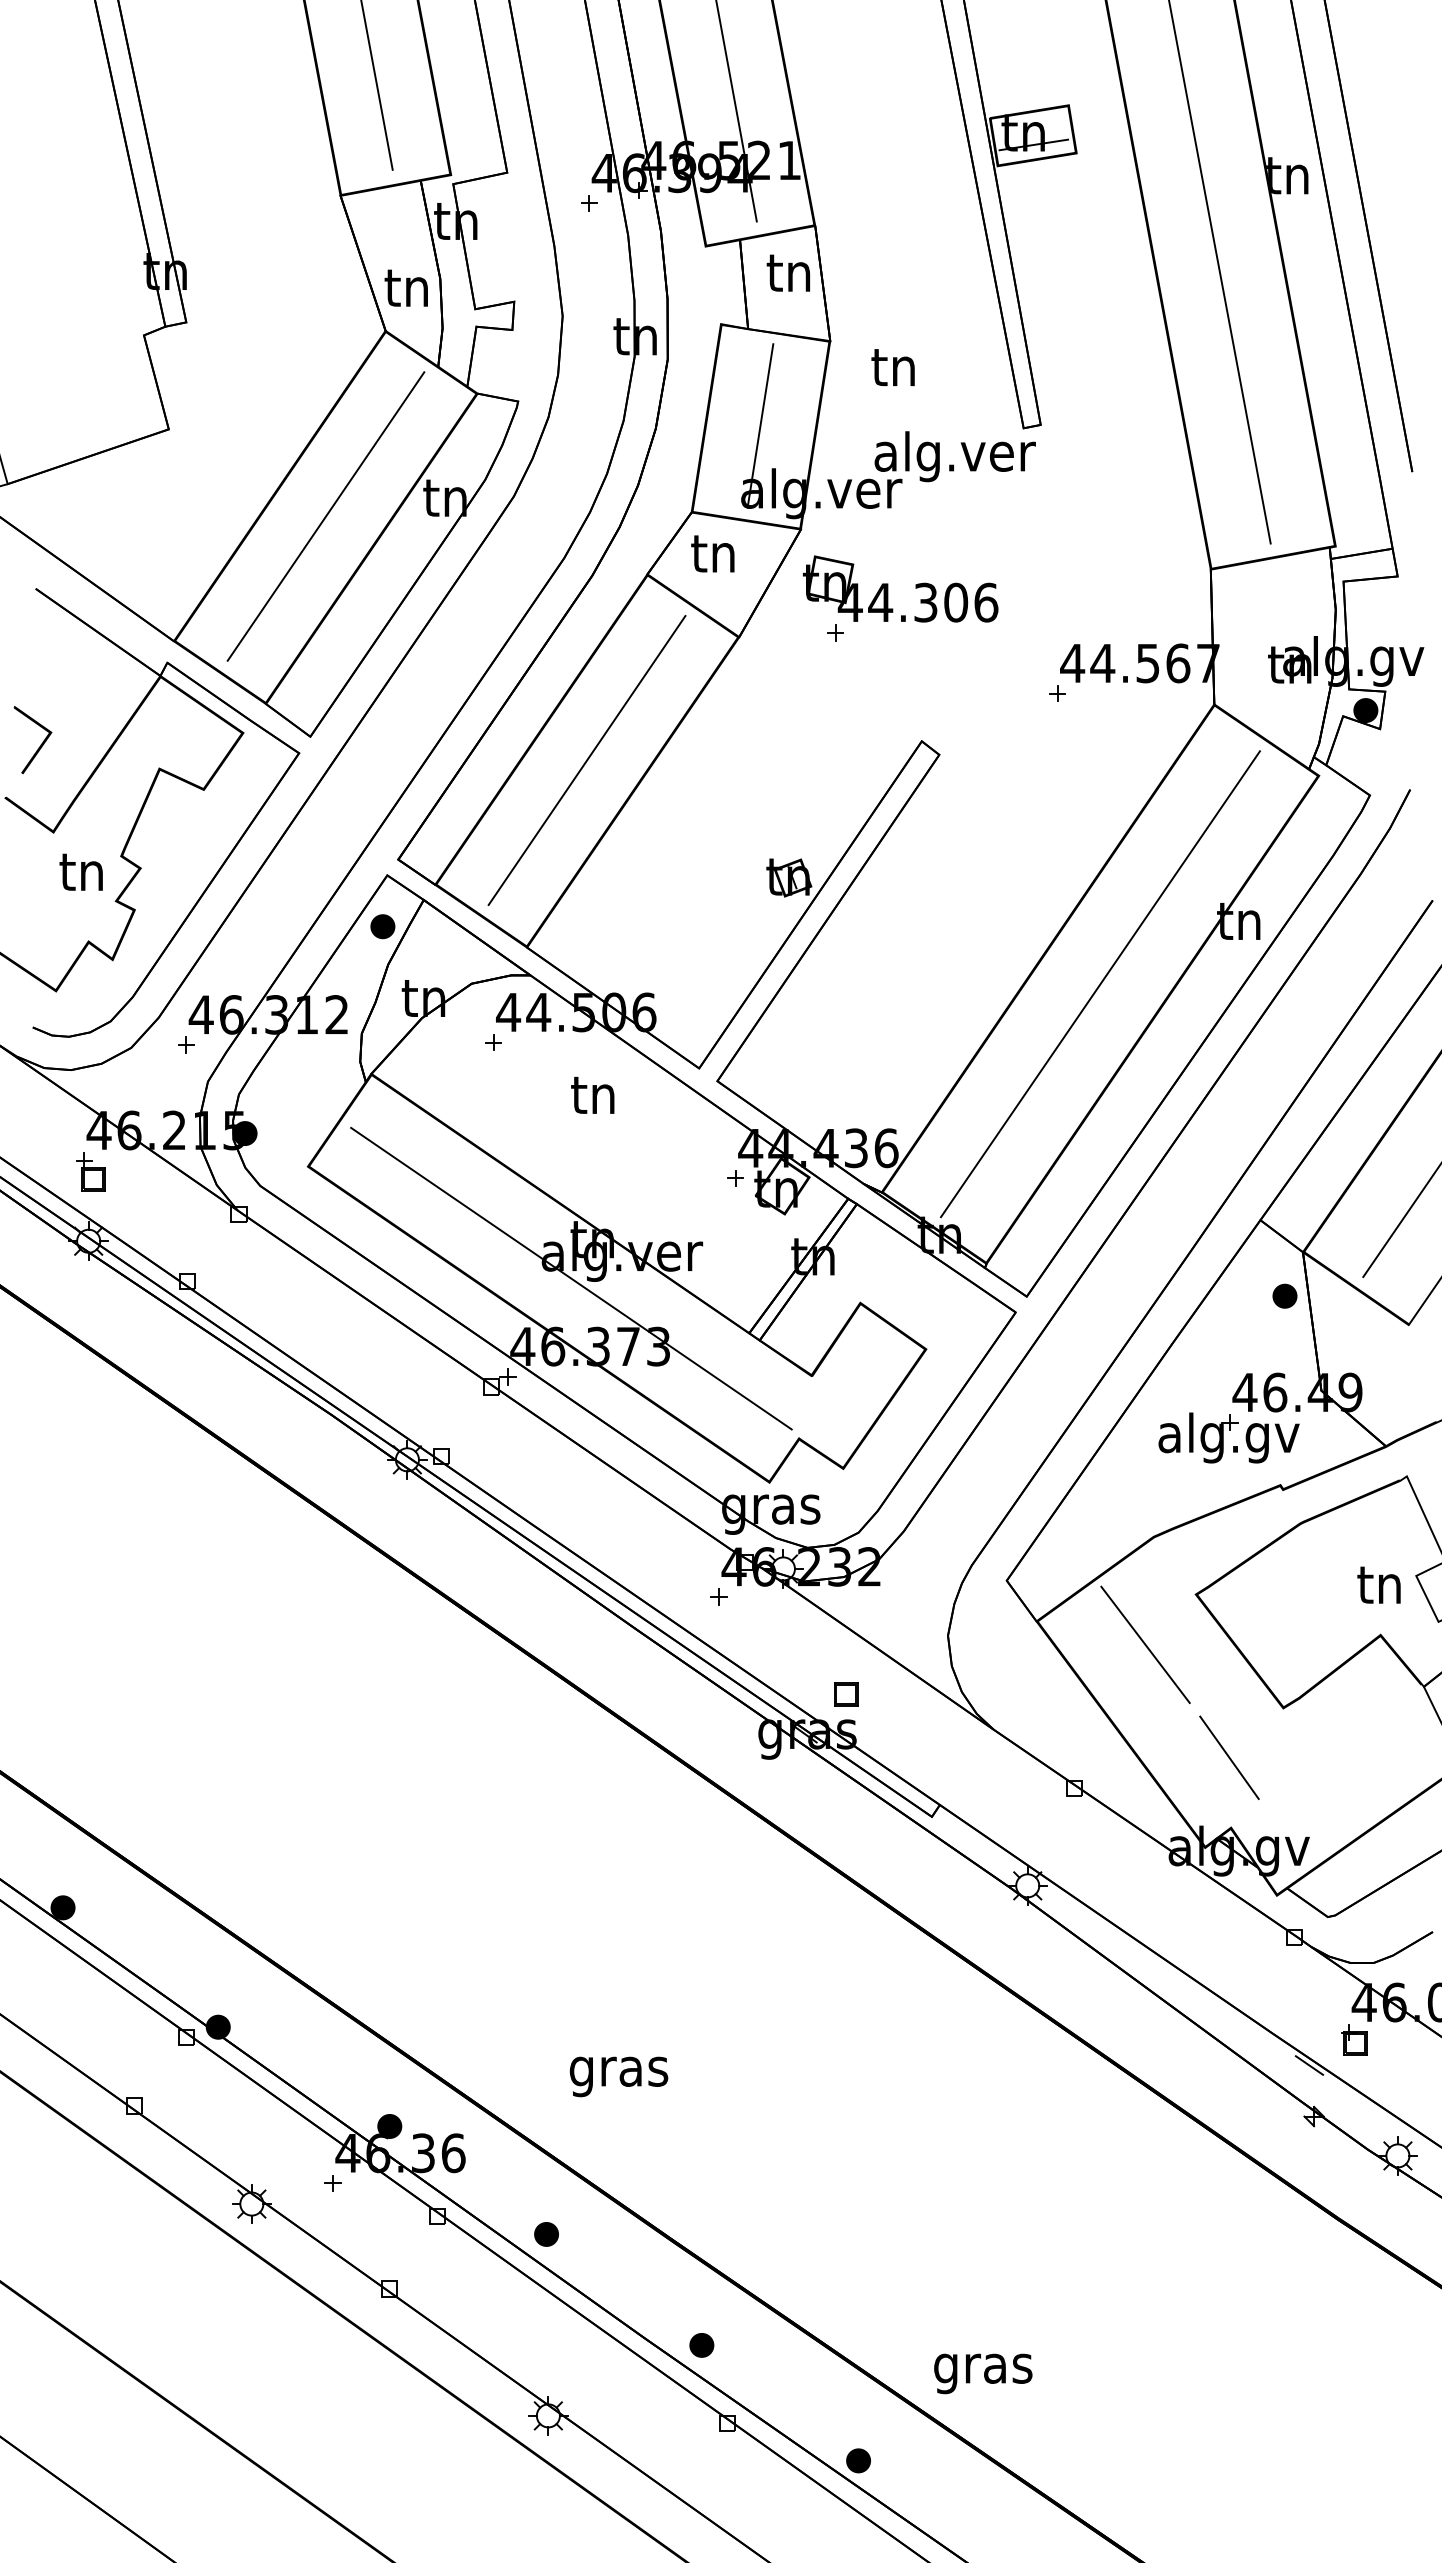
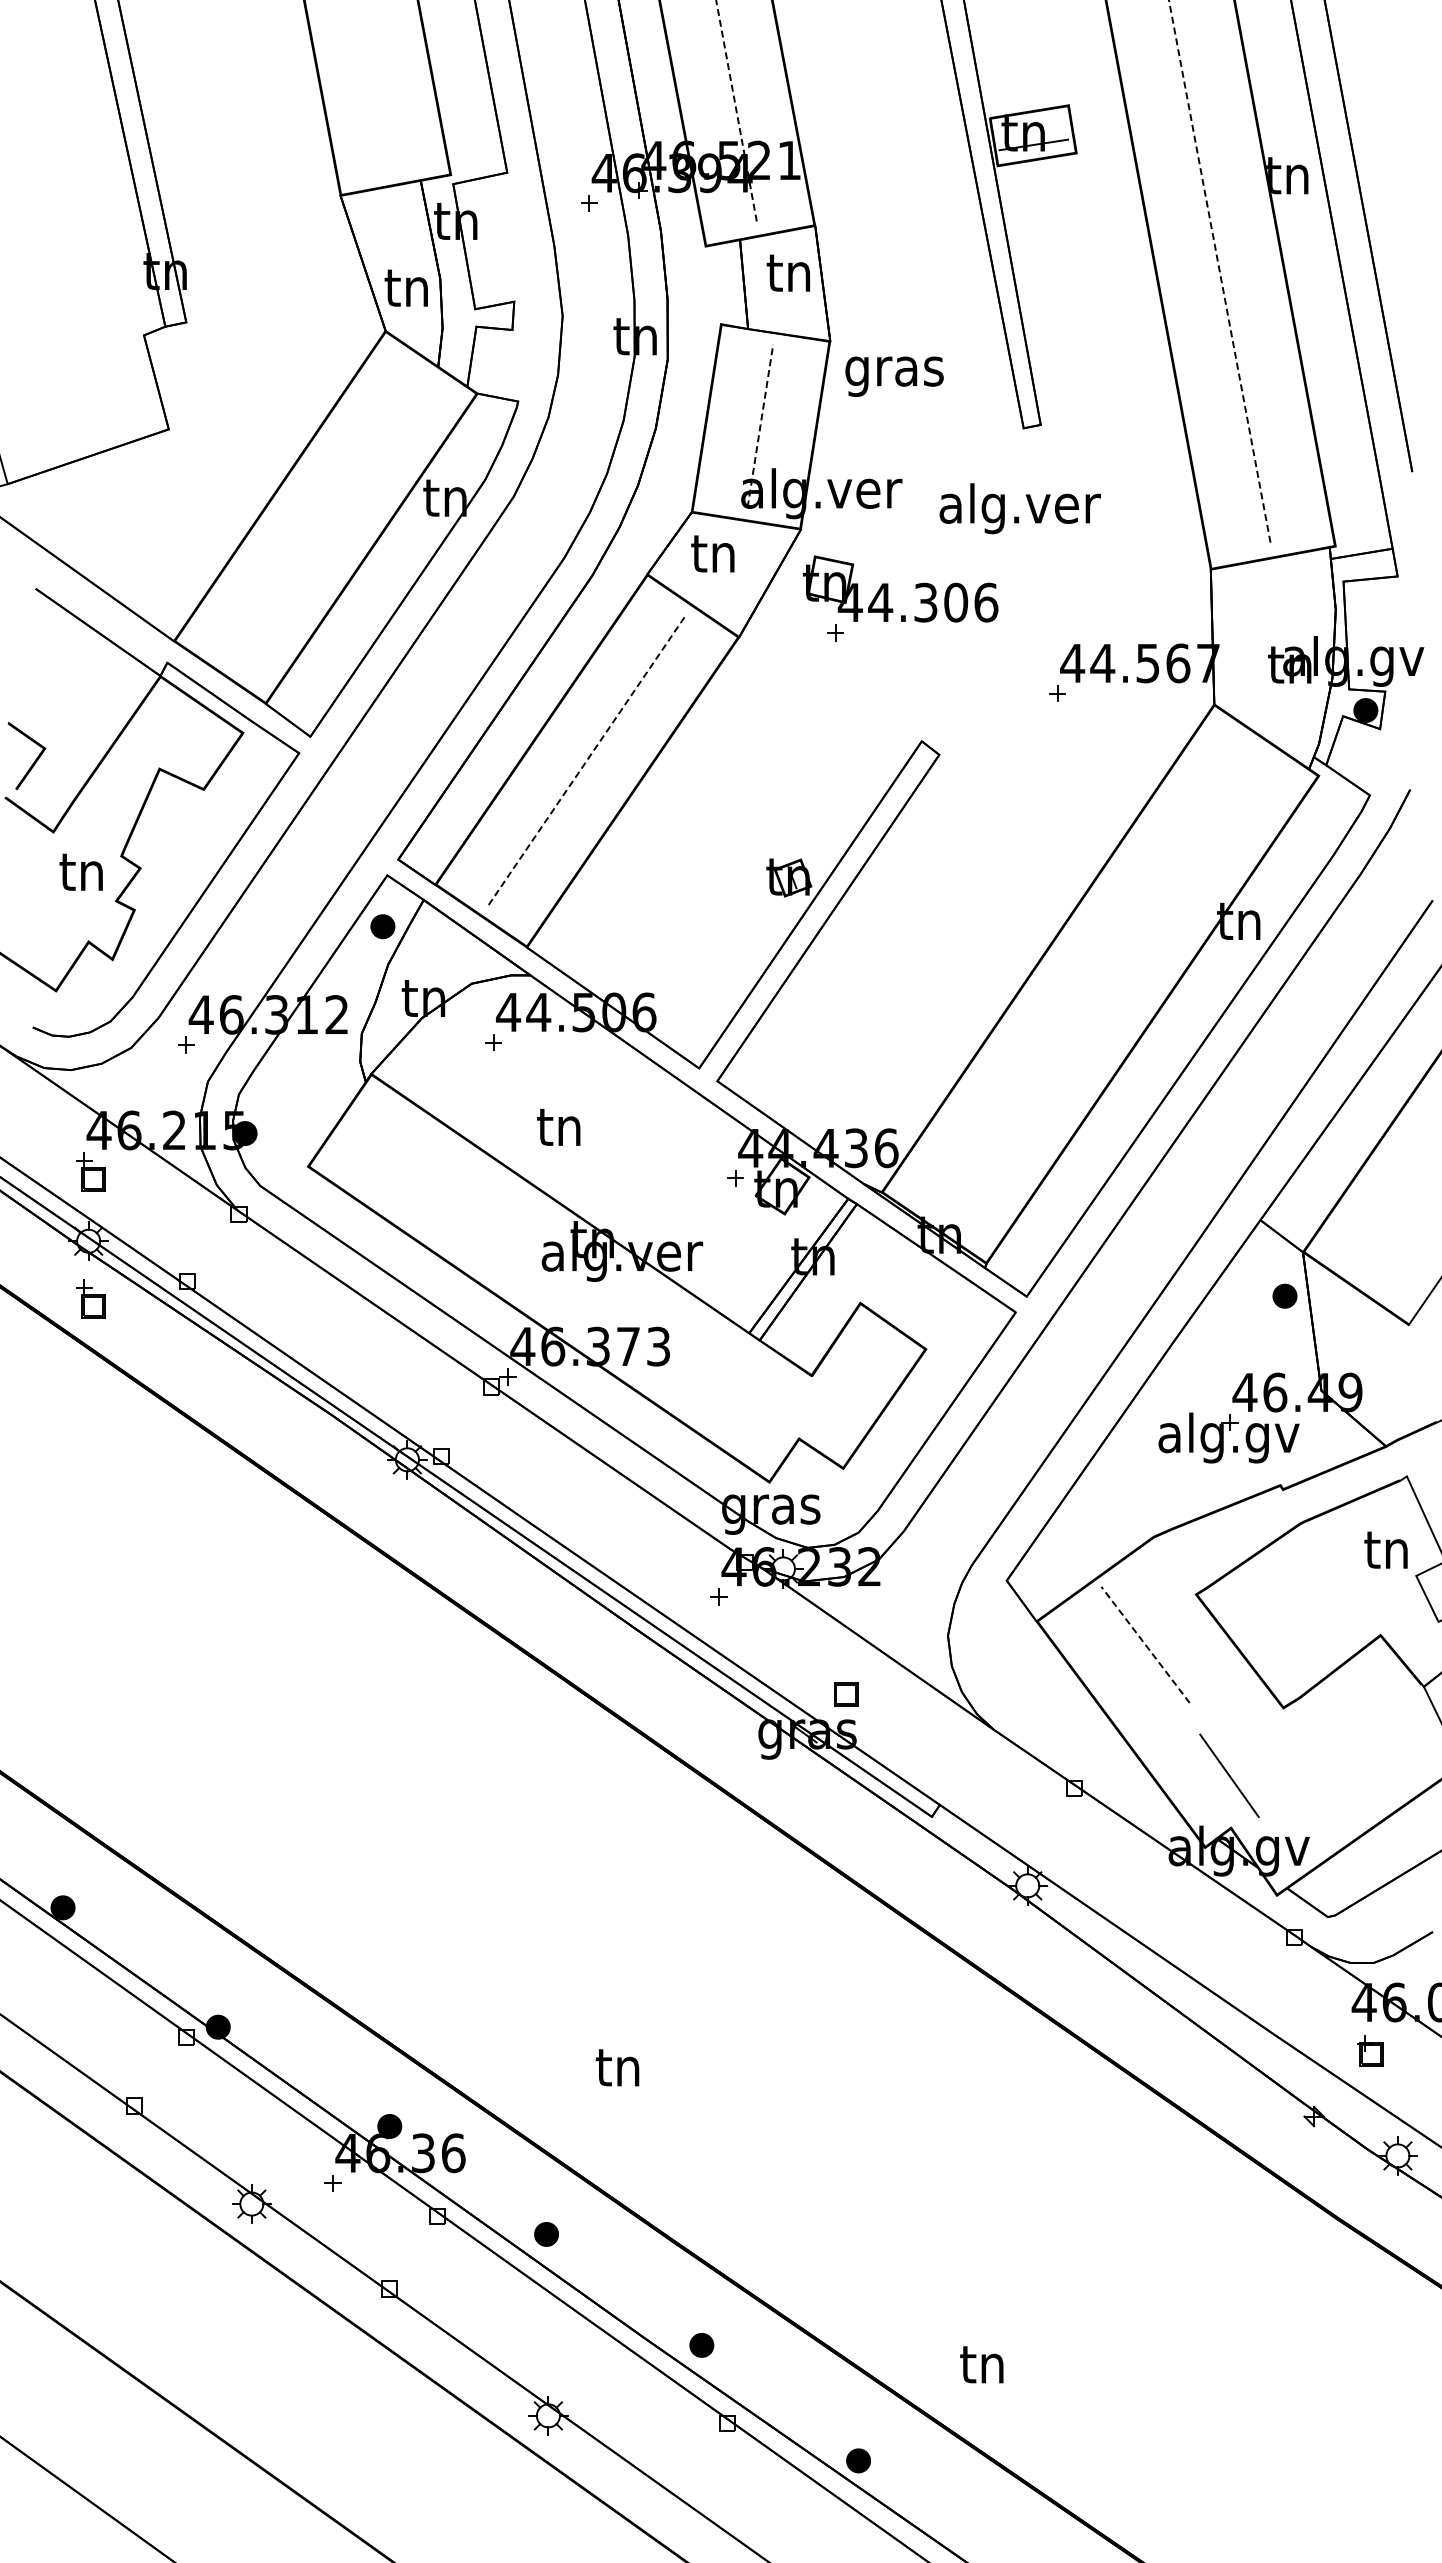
line at (376, 85): present -> none
line at (736, 110): solid -> dashed
line at (1219, 272): solid -> dashed
text at (894, 372): tn -> gras
line at (760, 425): solid -> dashed
text at (954, 456) position: (954, 456) -> (1019, 508)
line at (325, 516): present -> none
part at (40, 744) position: (40, 744) -> (34, 760)
line at (587, 760): solid -> dashed
line at (1099, 984): present -> none
text at (592, 1094) position: (592, 1094) -> (558, 1126)
line at (1400, 1222): present -> none
line at (571, 1278): present -> none
part at (90, 1298): none -> present
text at (1378, 1584) position: (1378, 1584) -> (1385, 1549)
line at (1145, 1644): solid -> dashed
line at (1229, 1757) position: (1229, 1757) -> (1229, 1775)
part at (1354, 2039) position: (1354, 2039) -> (1370, 2050)
line at (1309, 2065): present -> none
text at (618, 2073): gras -> tn
text at (983, 2370): gras -> tn
